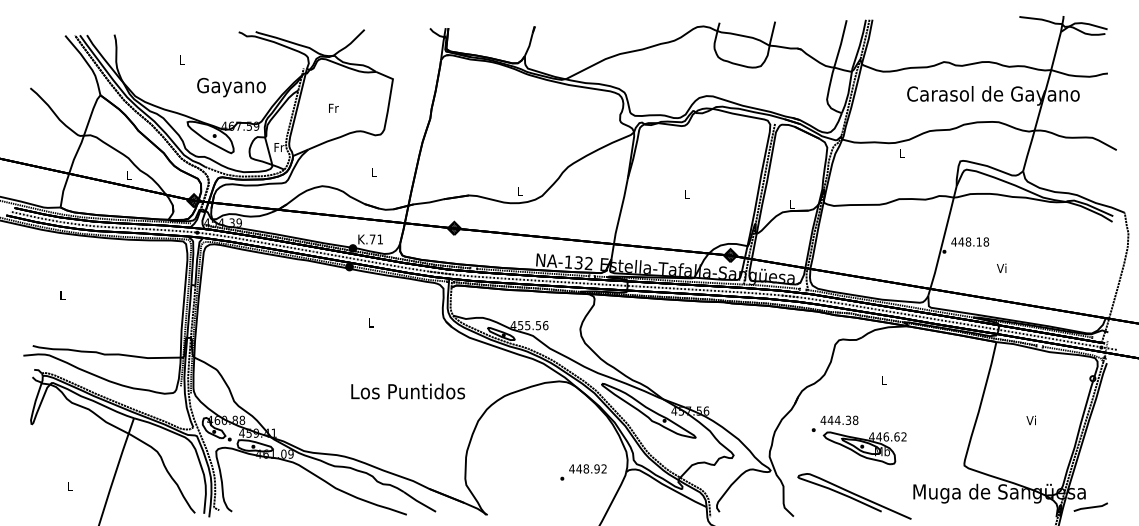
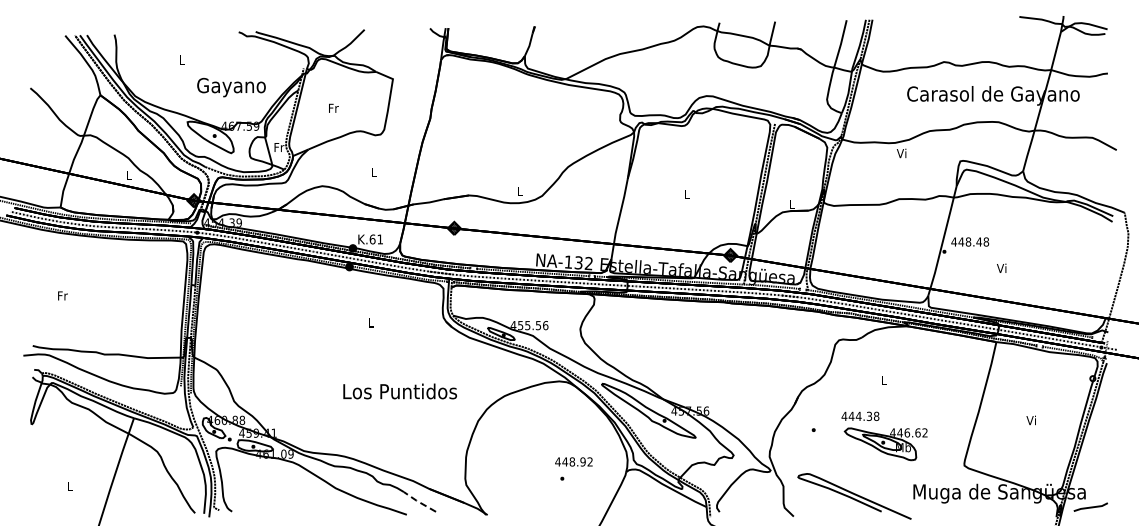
text at (901, 153): L -> Vi
text at (372, 239): K.71 -> K.61
text at (979, 241): 448.18 -> 448.48
text at (62, 295): L -> Fr
text at (407, 391) position: (407, 391) -> (399, 391)
part at (863, 440) position: (863, 440) -> (884, 436)
text at (587, 468) position: (587, 468) -> (573, 461)
line at (419, 502): solid -> dashed
